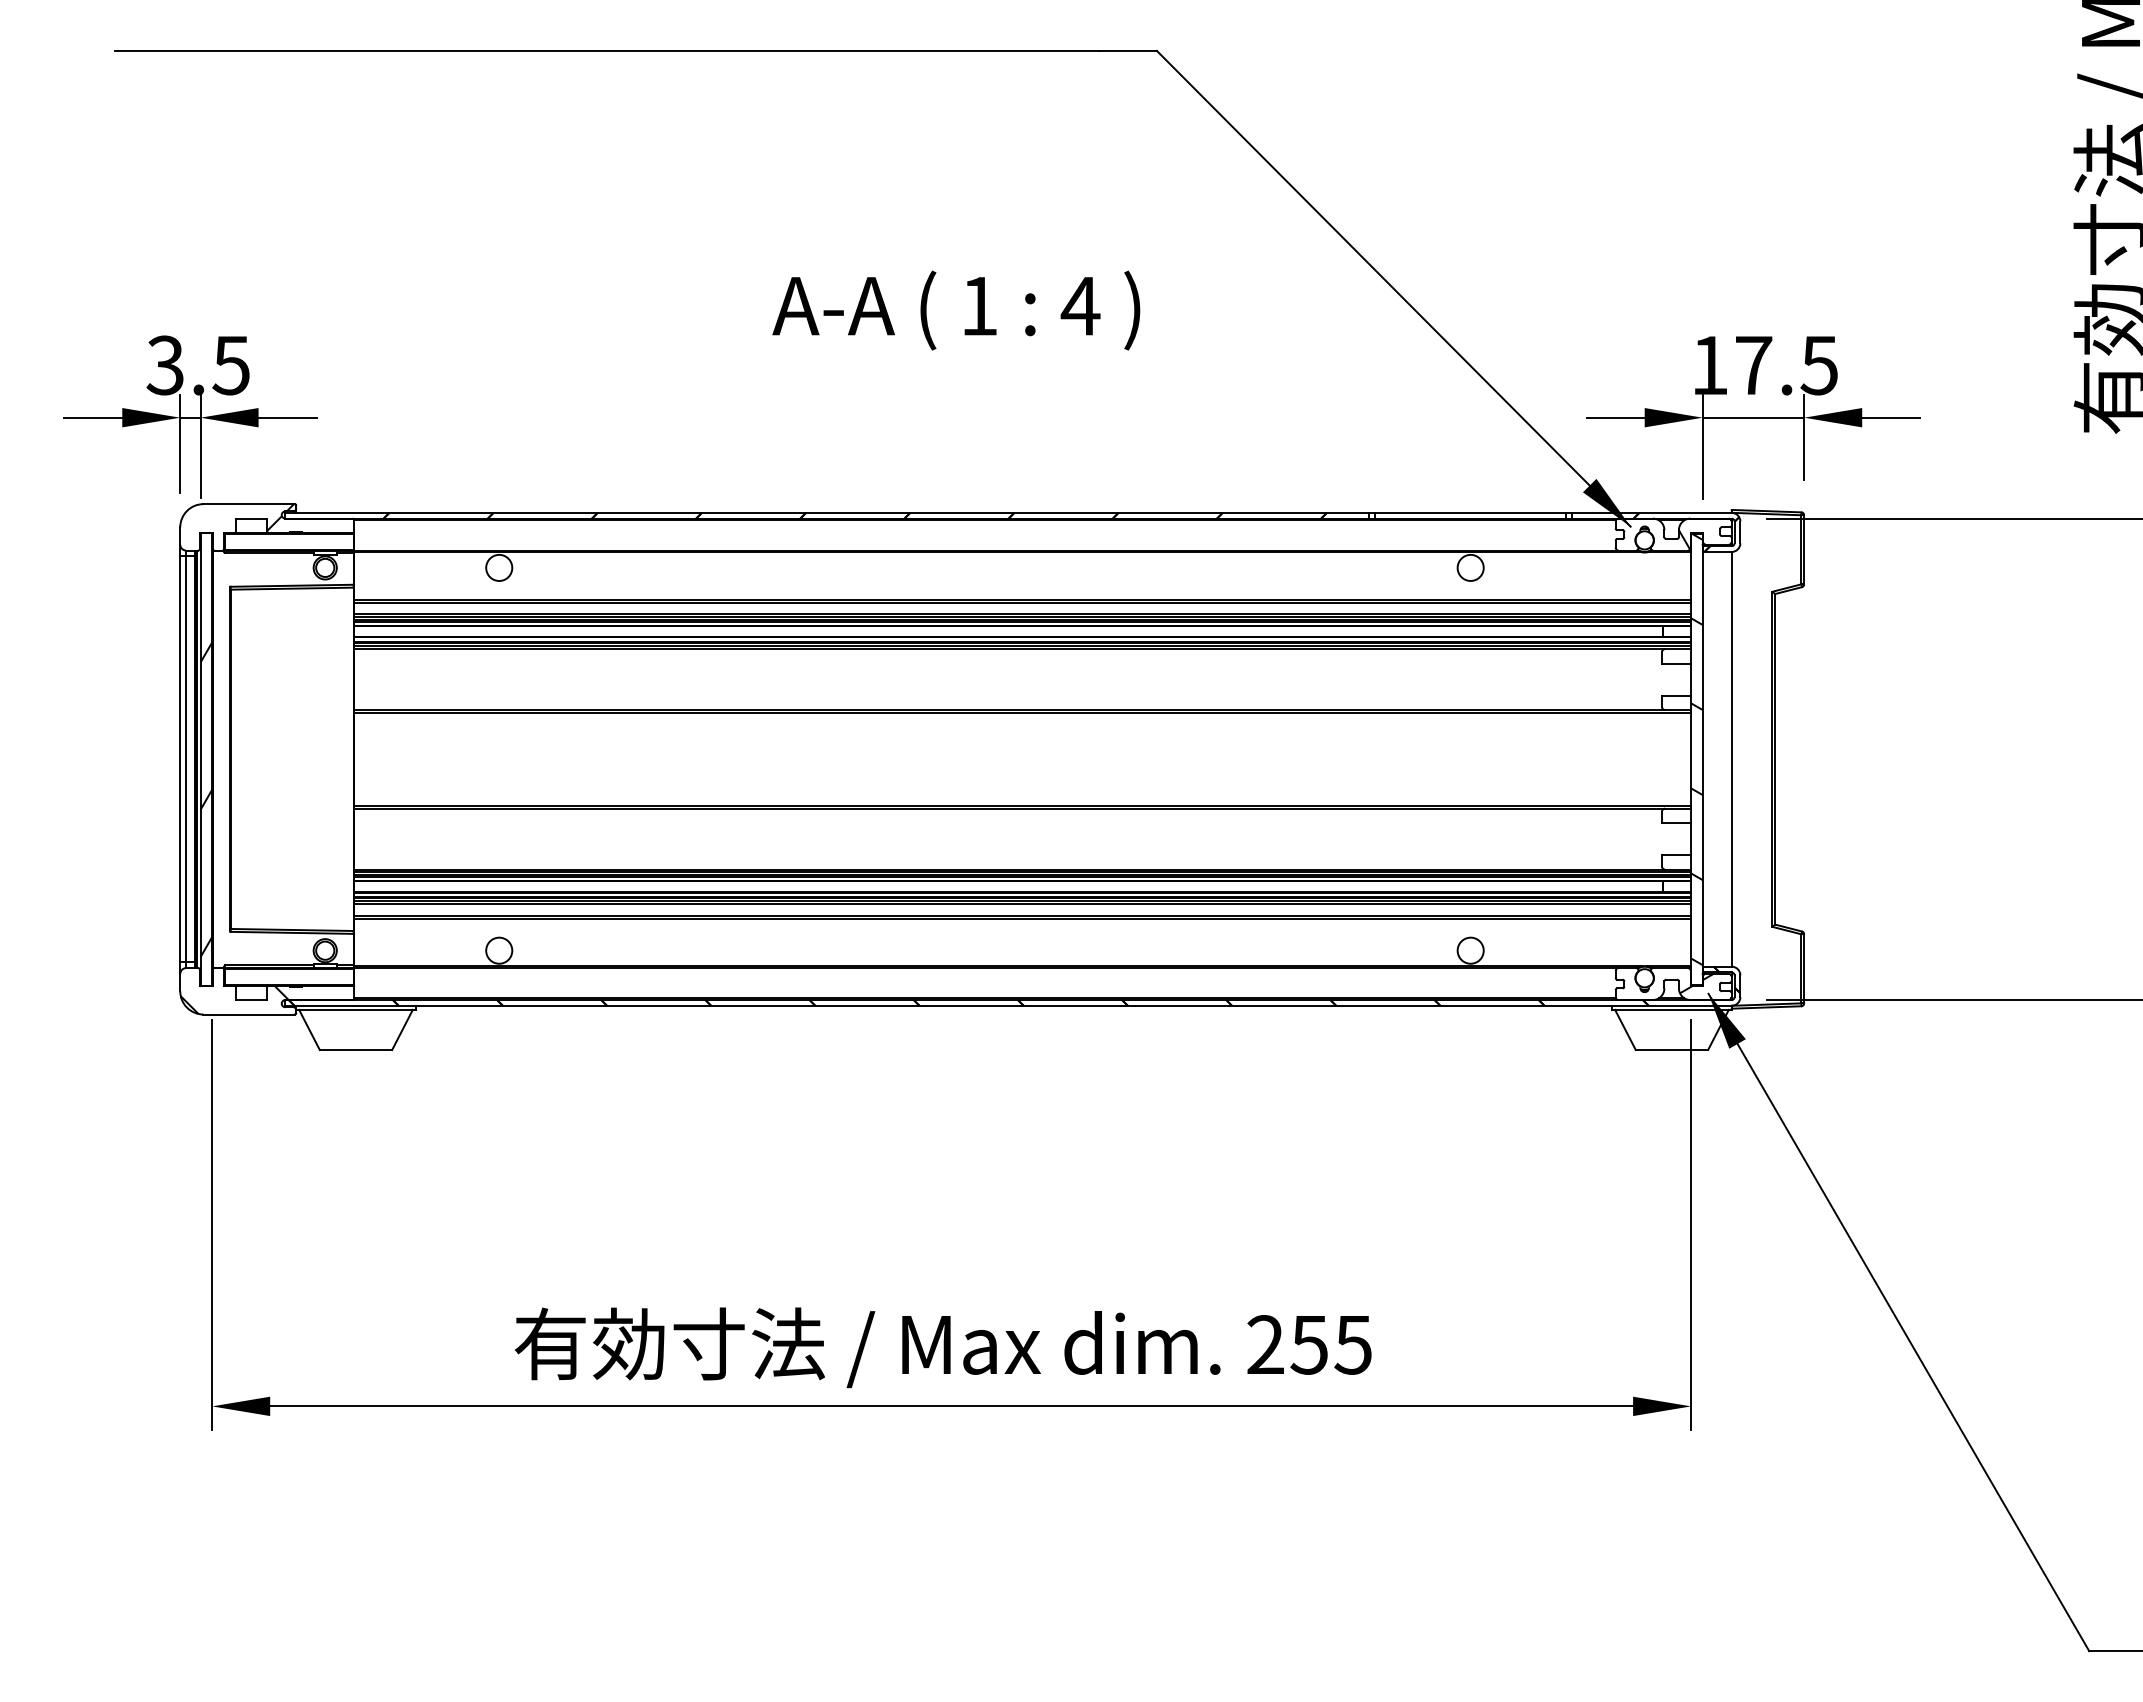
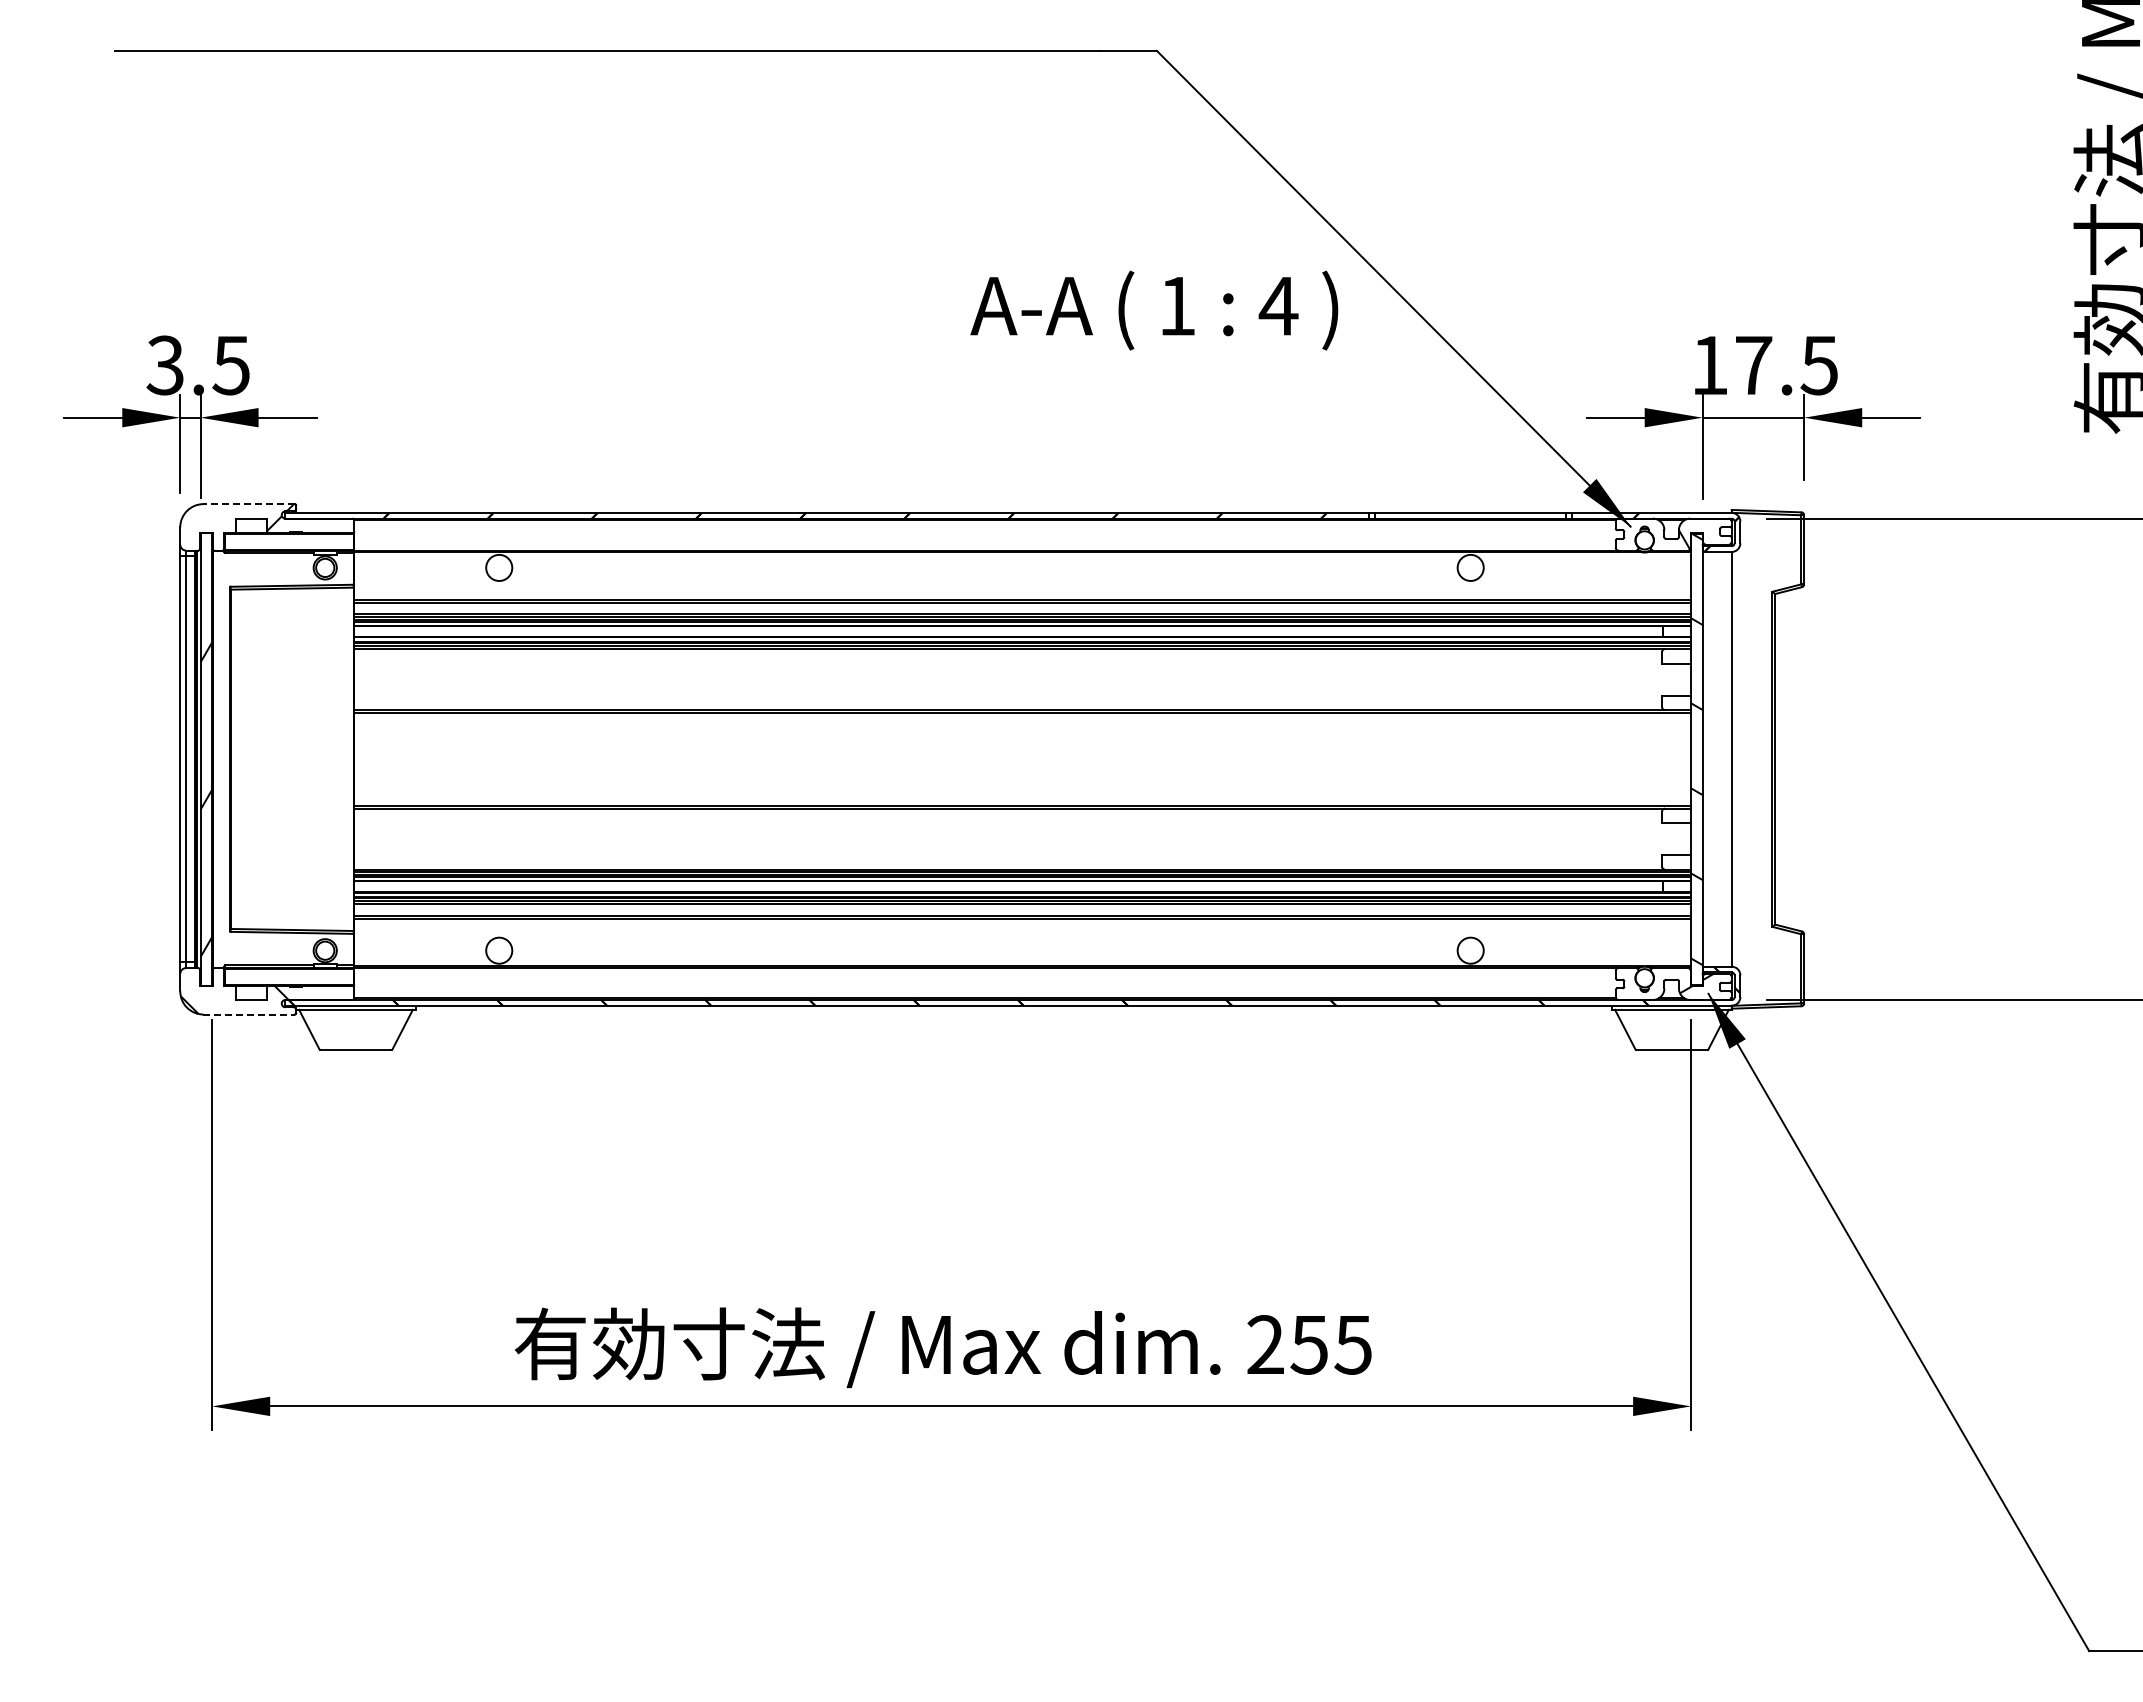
text at (956, 310) position: (956, 310) -> (1154, 310)
line at (249, 504): solid -> dashed
line at (249, 1014): solid -> dashed
